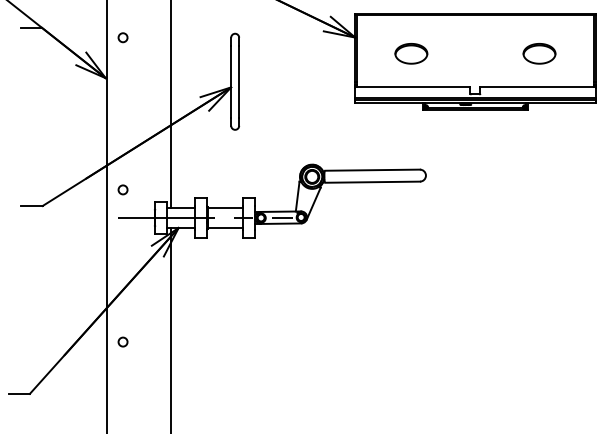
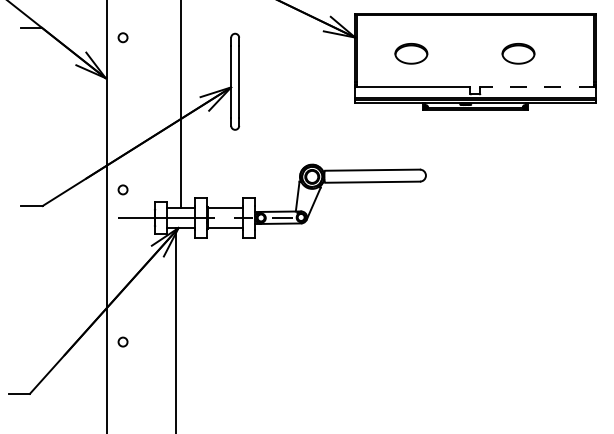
part at (539, 53) position: (539, 53) -> (518, 53)
line at (538, 87): solid -> dashed
line at (171, 104) position: (171, 104) -> (181, 104)
line at (171, 328) position: (171, 328) -> (176, 328)
